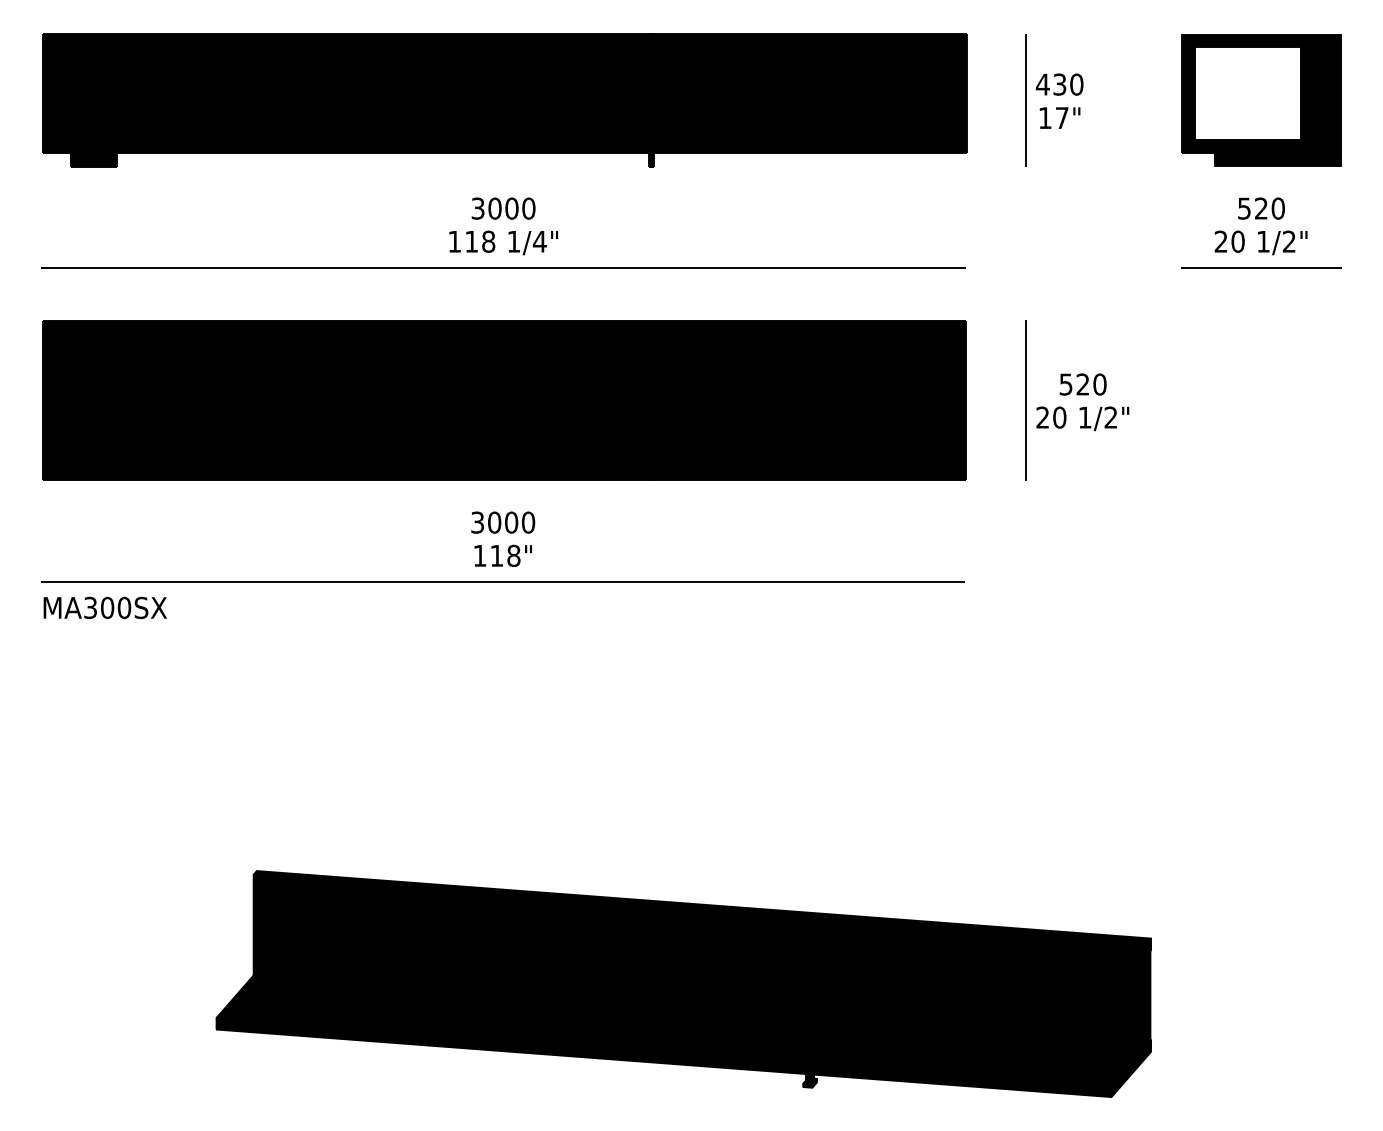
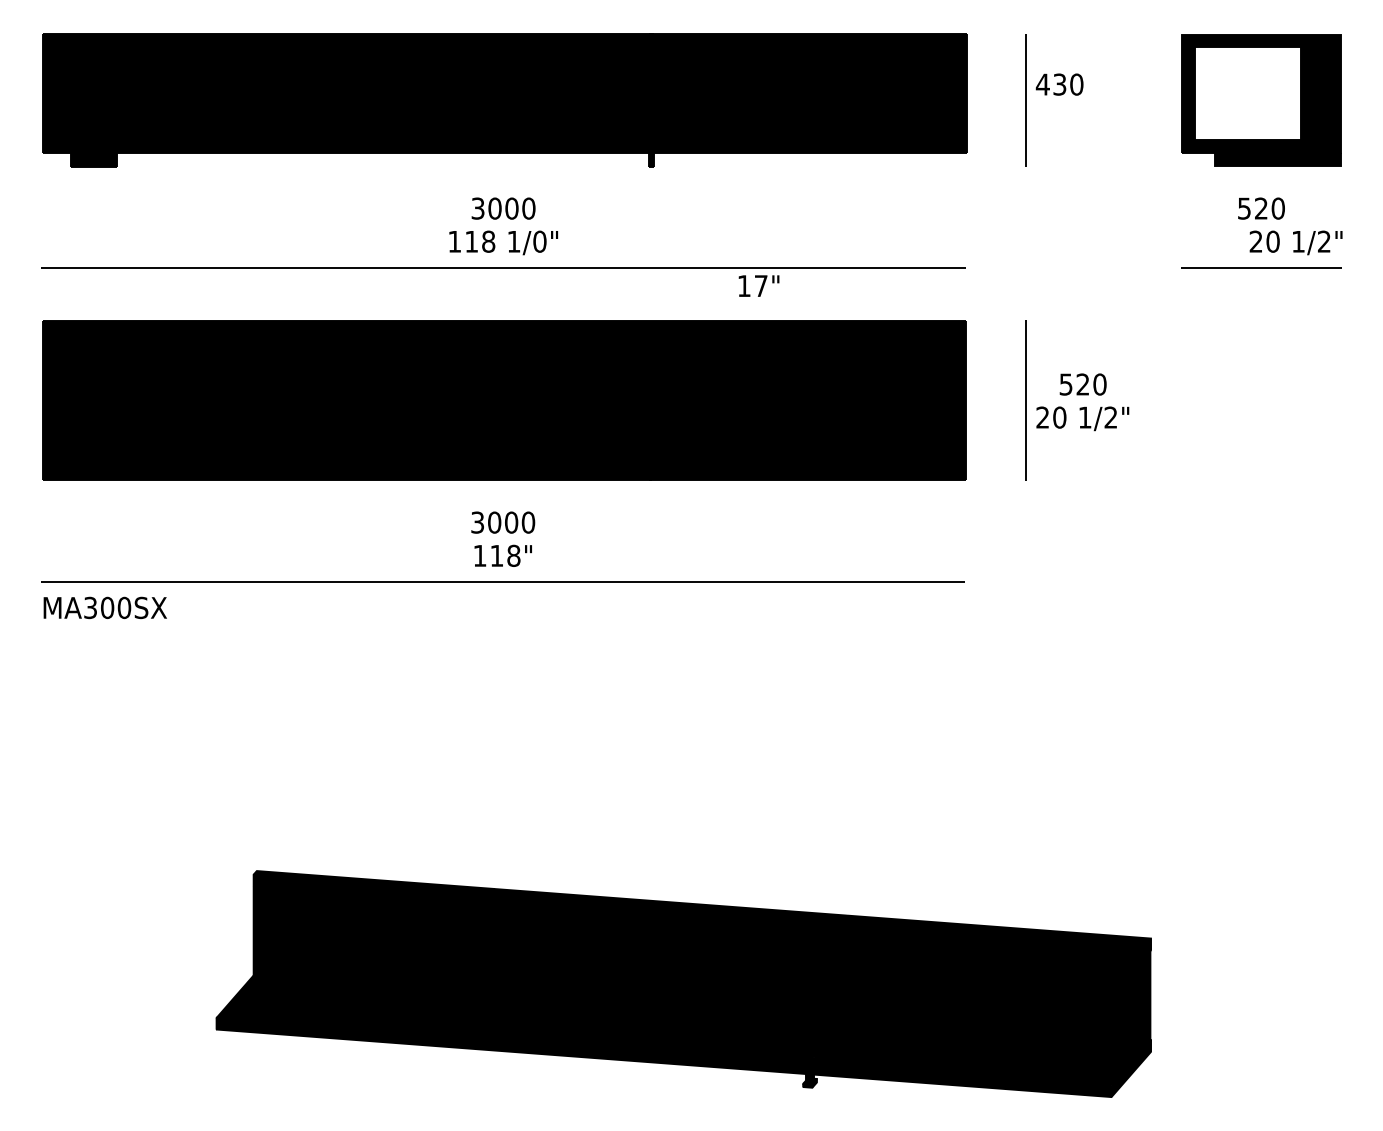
text at (1059, 117) position: (1059, 117) -> (758, 285)
text at (539, 241): 1/4" -> 1/0"
text at (1260, 242) position: (1260, 242) -> (1295, 242)
